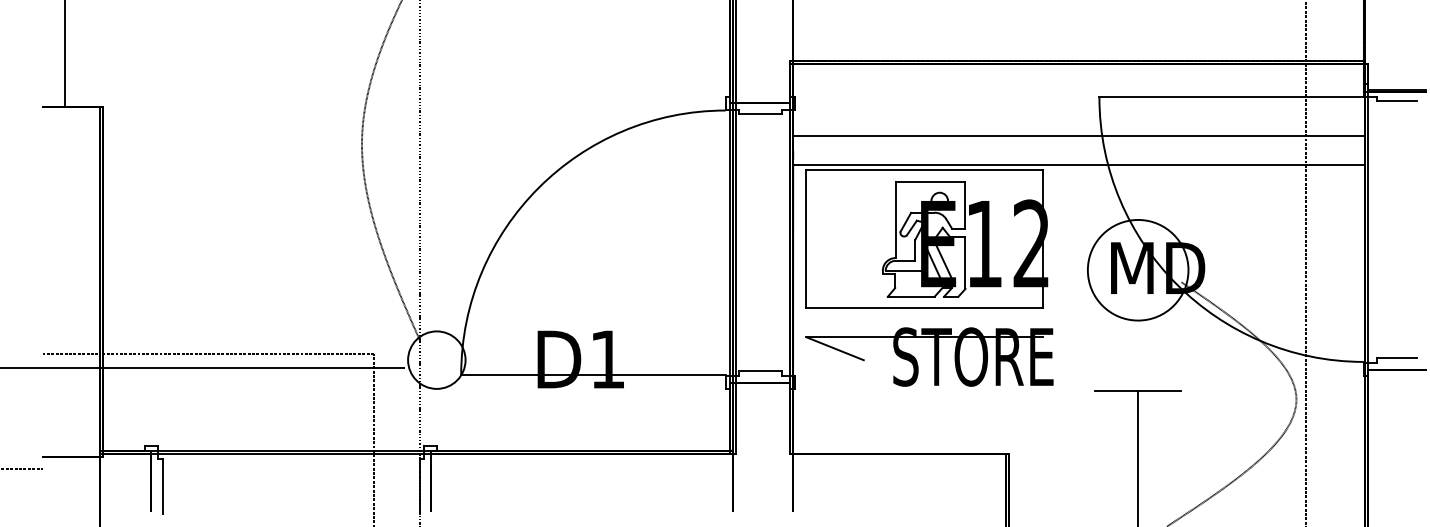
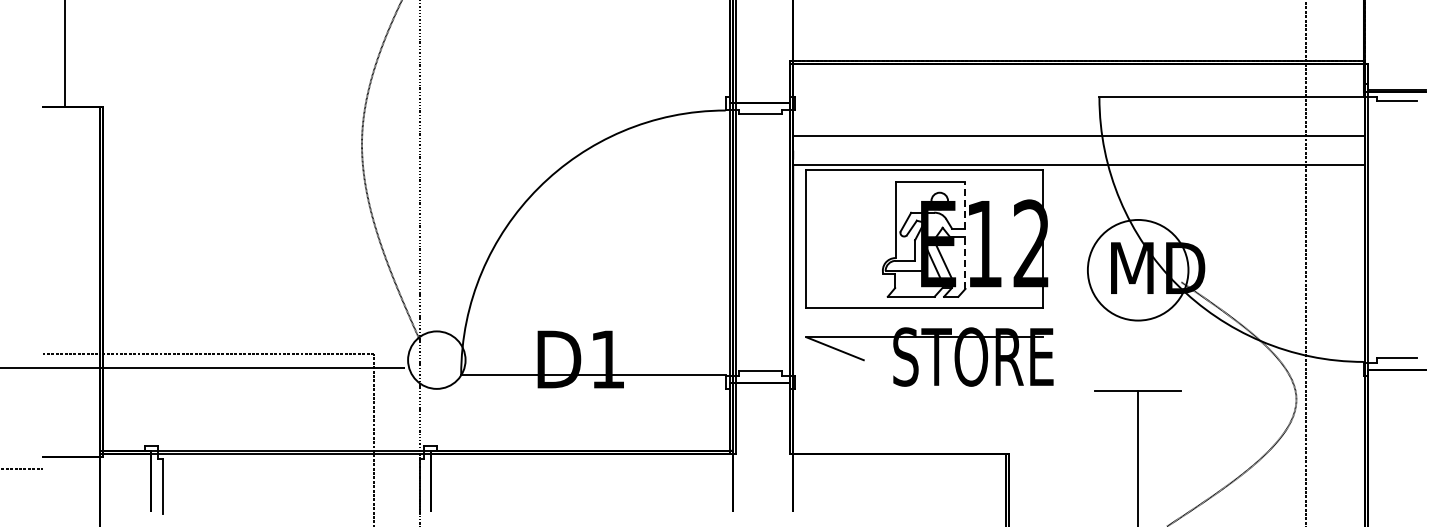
line at (965, 204): solid -> dashed
line at (965, 262): solid -> dashed
